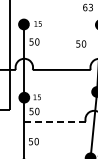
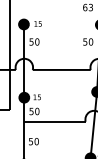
text at (81, 43) position: (81, 43) -> (88, 41)
line at (55, 121): dashed -> solid
